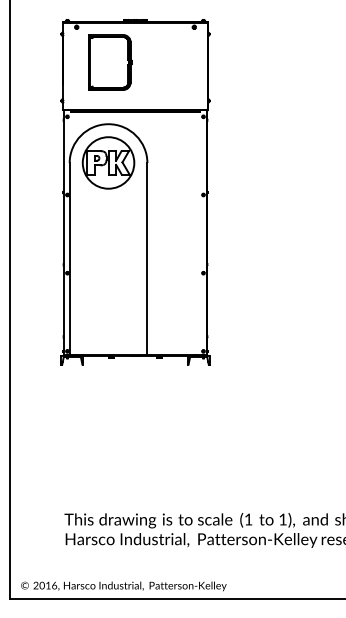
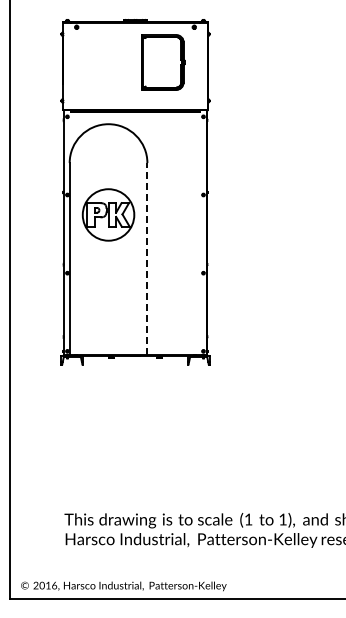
part at (110, 62) position: (110, 62) -> (163, 62)
part at (108, 162) position: (108, 162) -> (108, 214)
line at (147, 259): solid -> dashed
